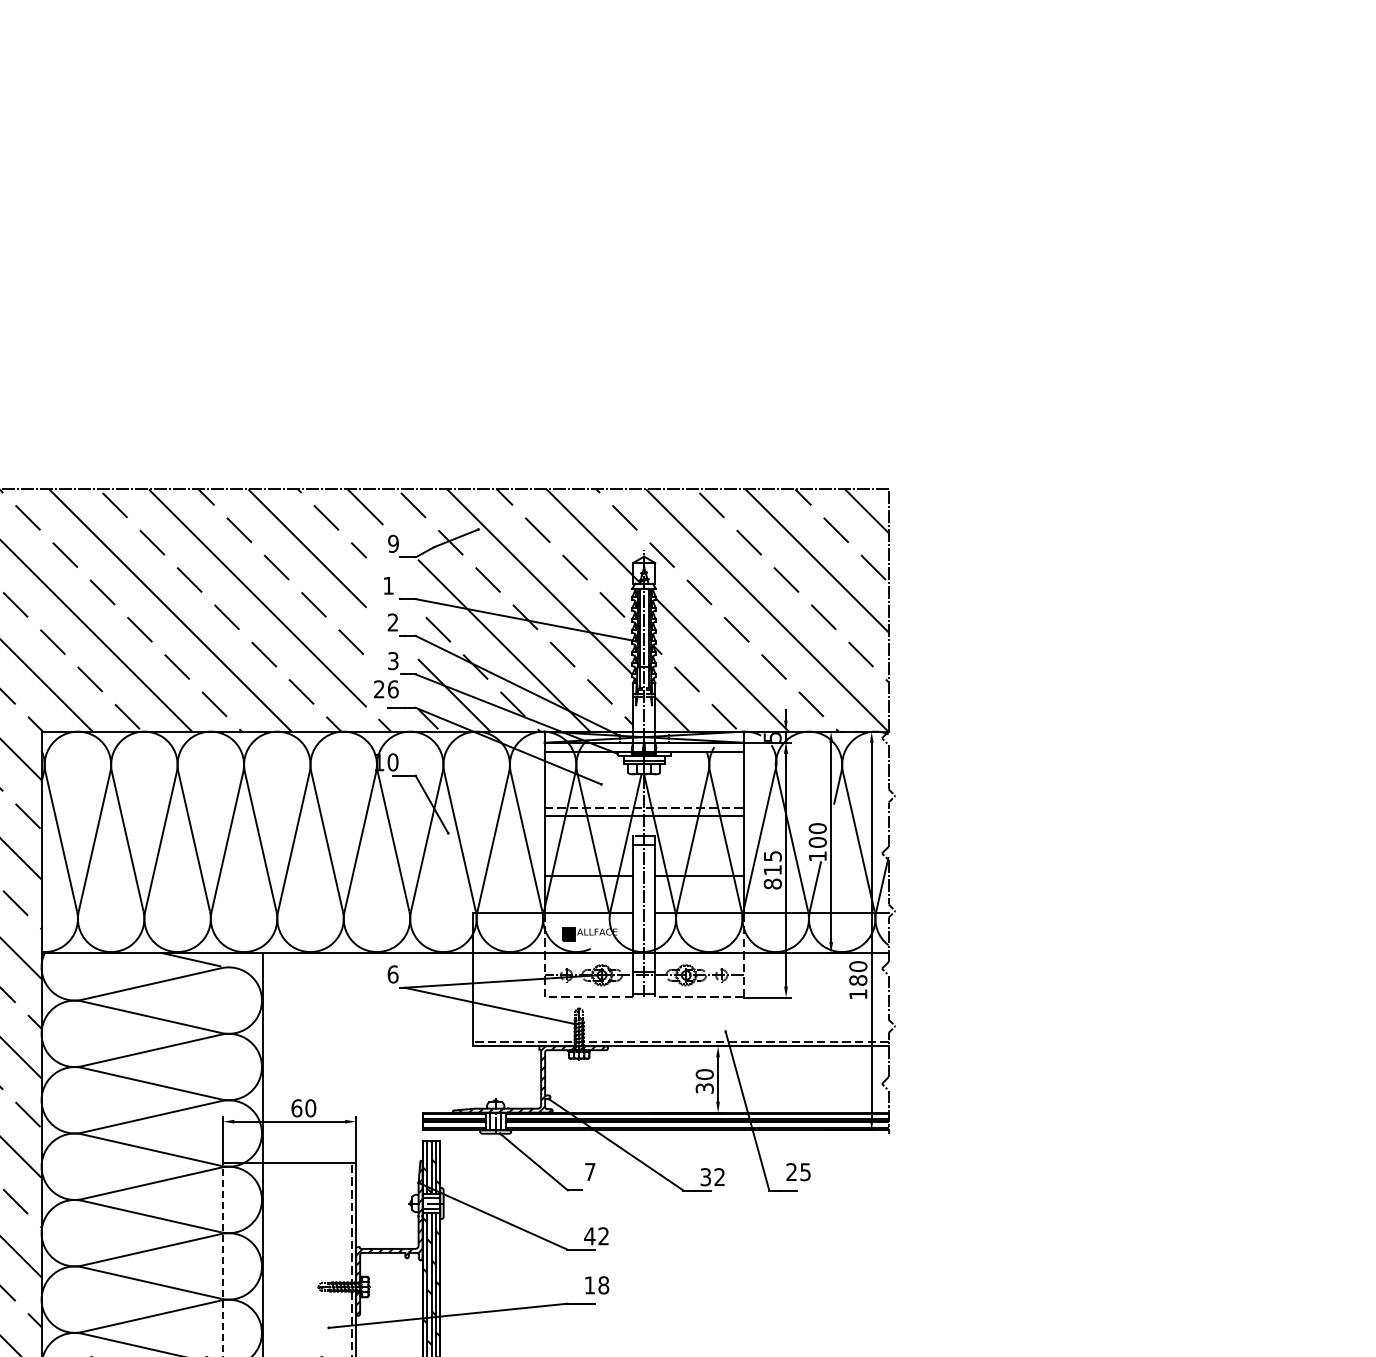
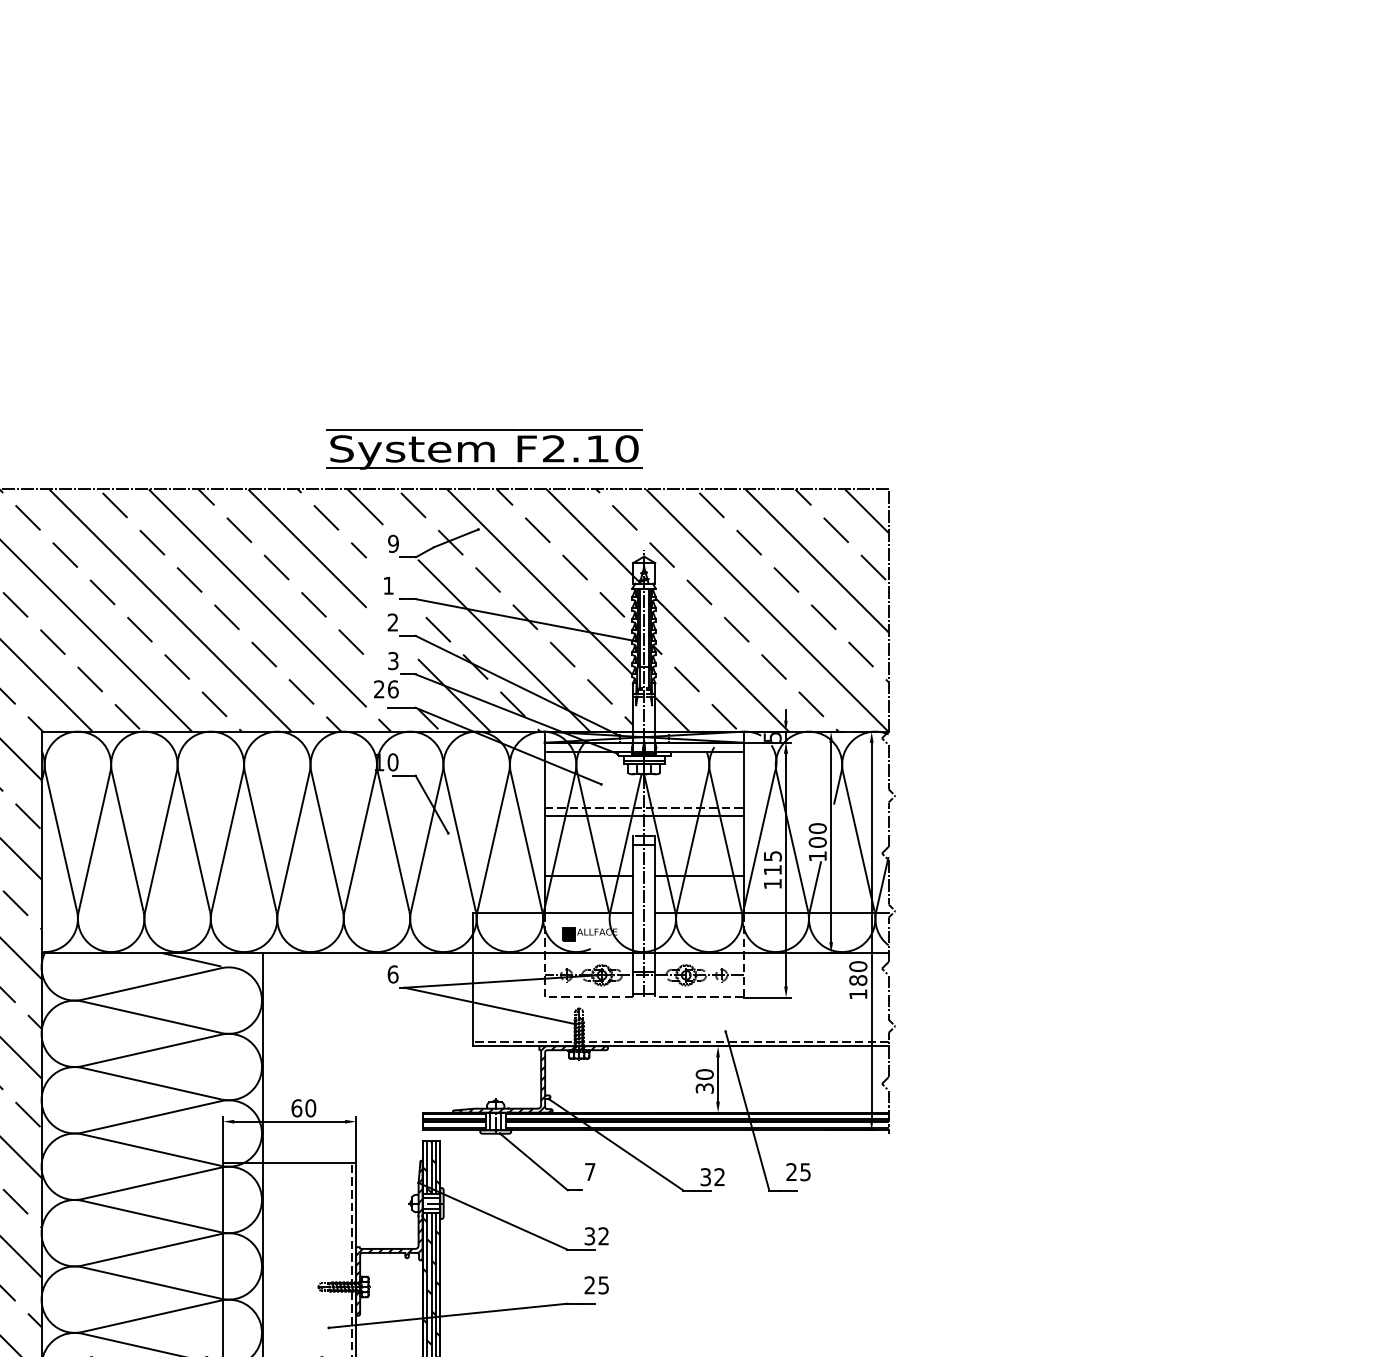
part at (484, 449): none -> present
text at (772, 883): 815 -> 115
text at (589, 1236): 42 -> 32
line at (223, 1259): dashed -> solid
text at (596, 1285): 18 -> 25
